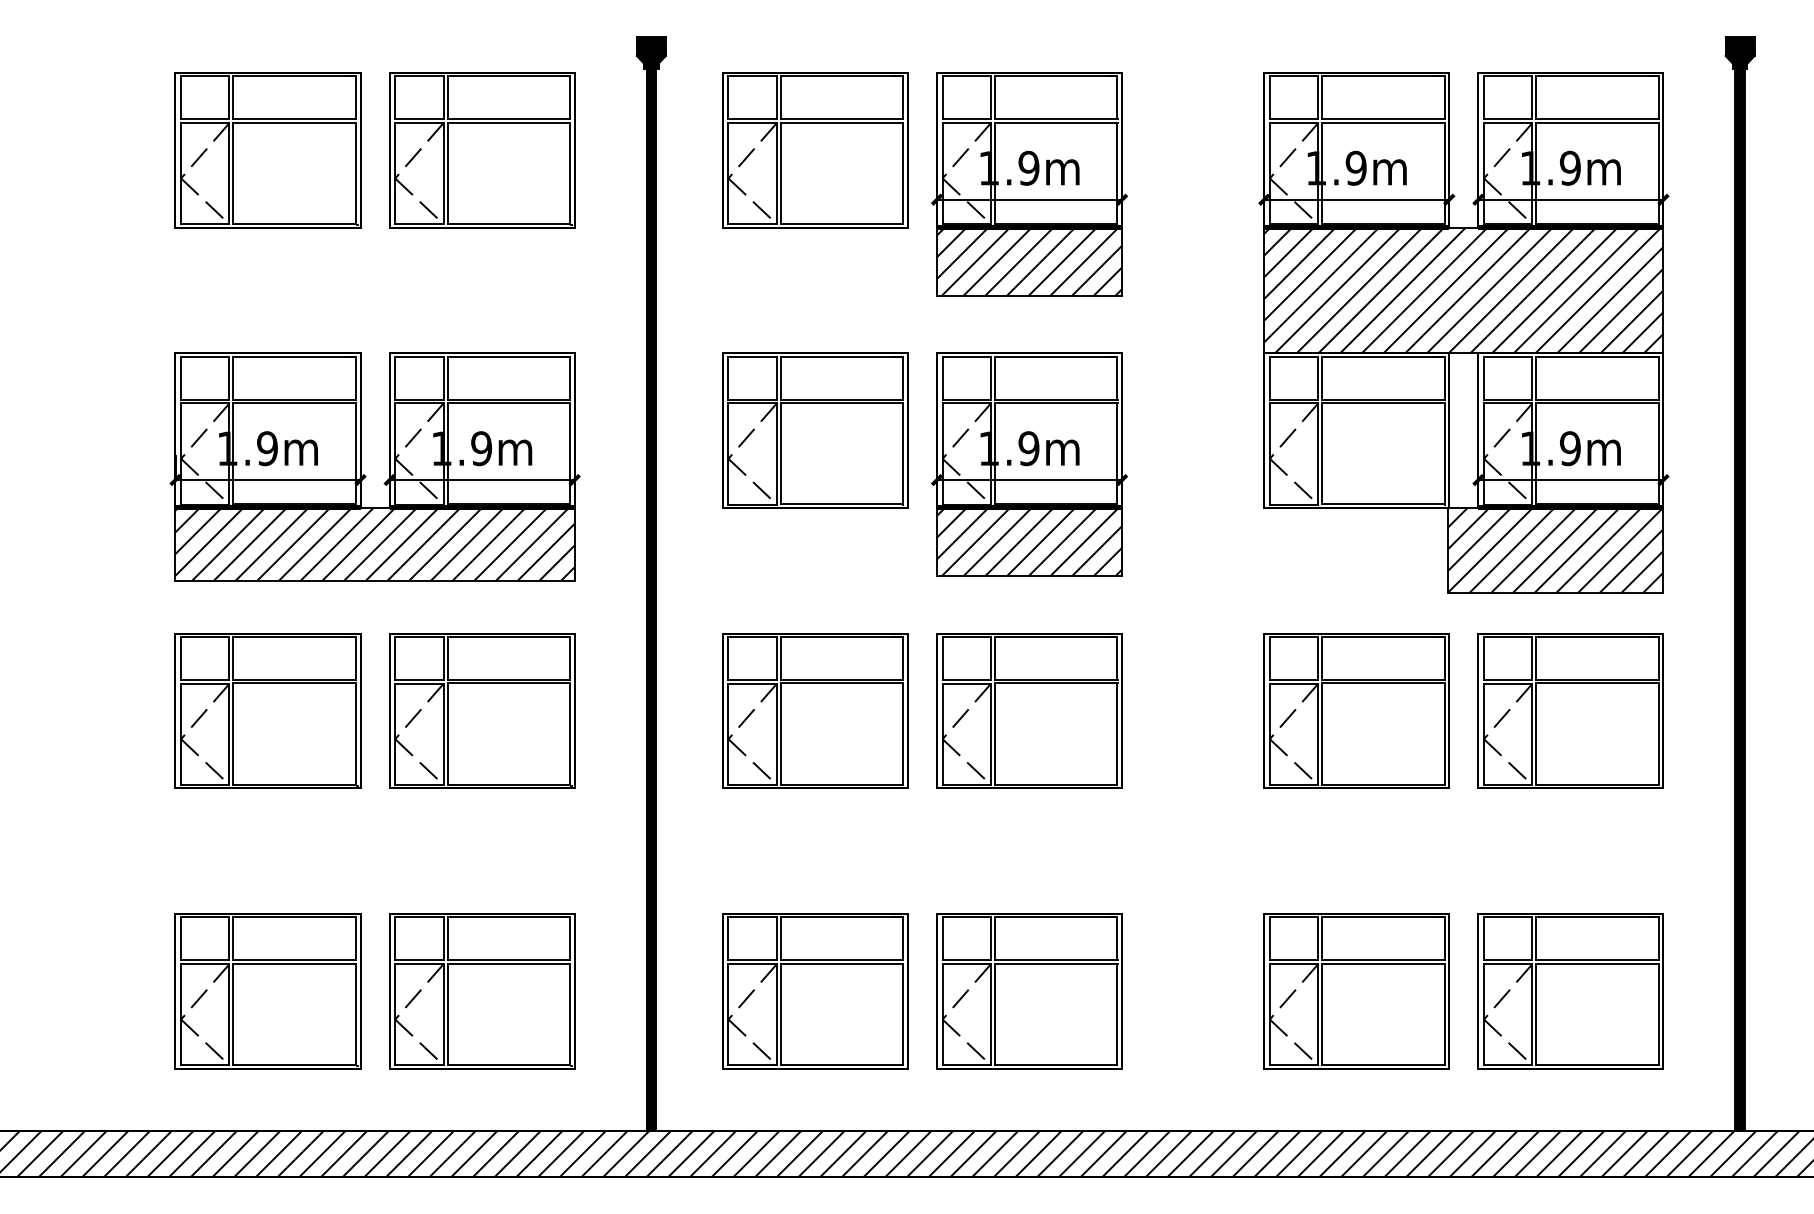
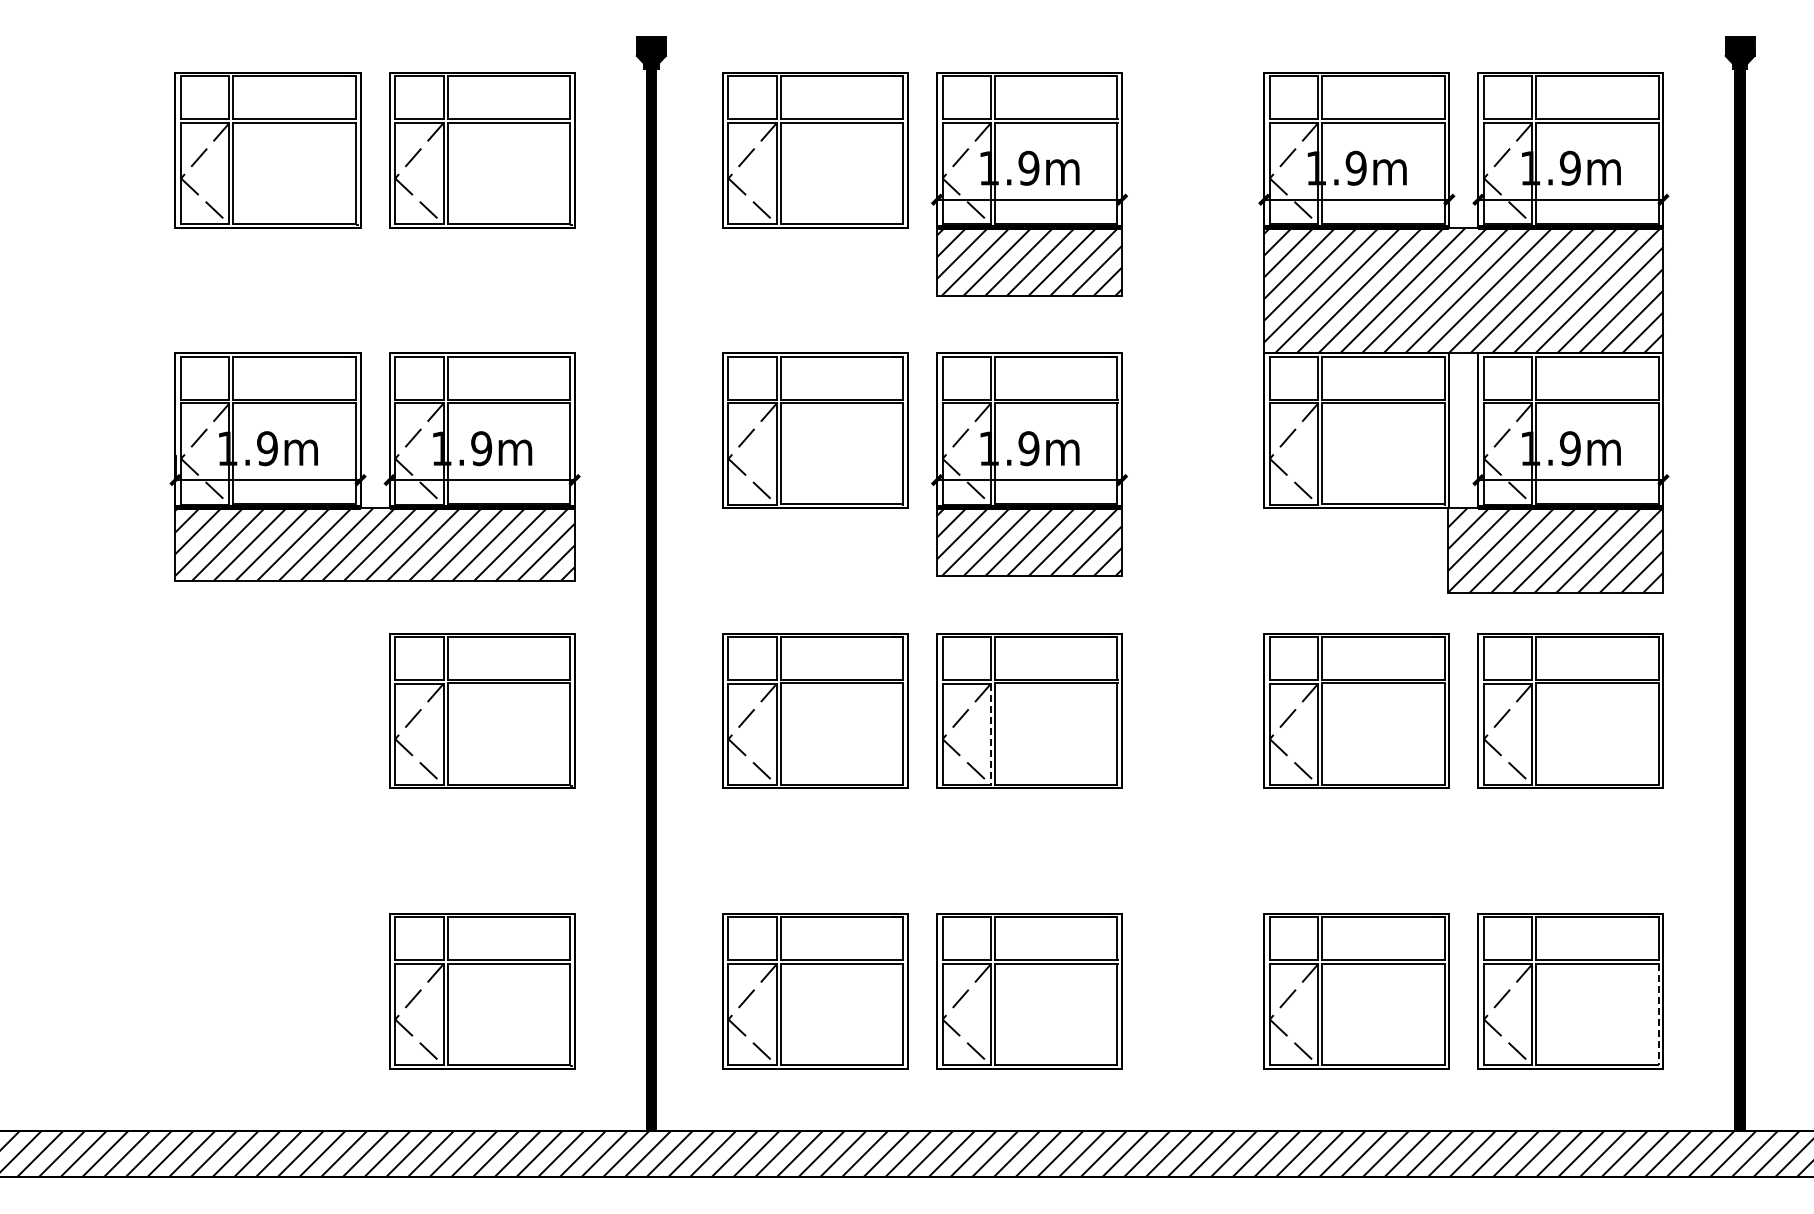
part at (267, 710): present -> none
line at (990, 734): solid -> dashed
part at (267, 991): present -> none
line at (1658, 1014): solid -> dashed
